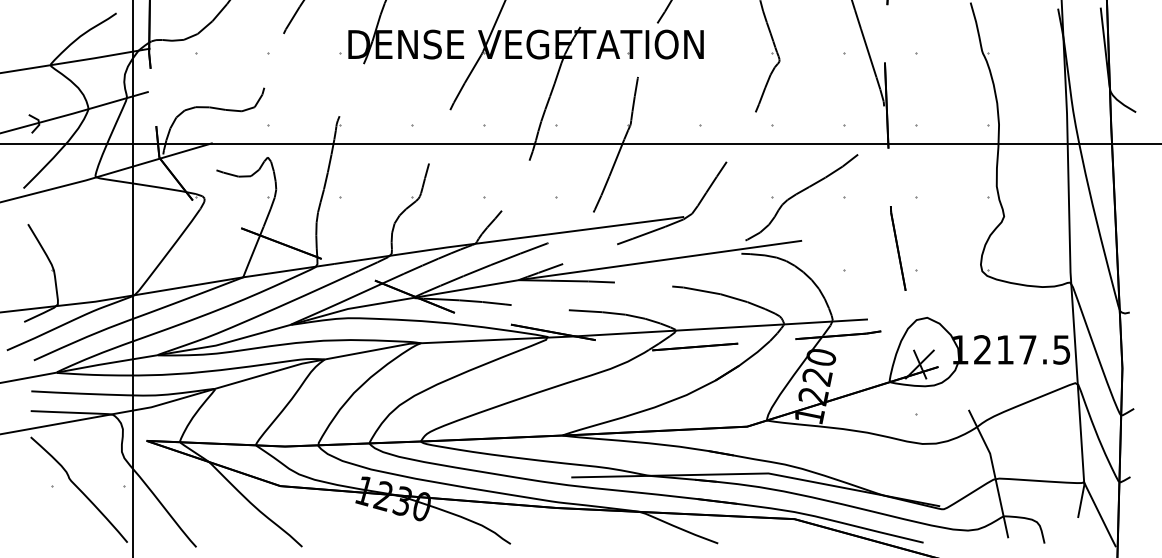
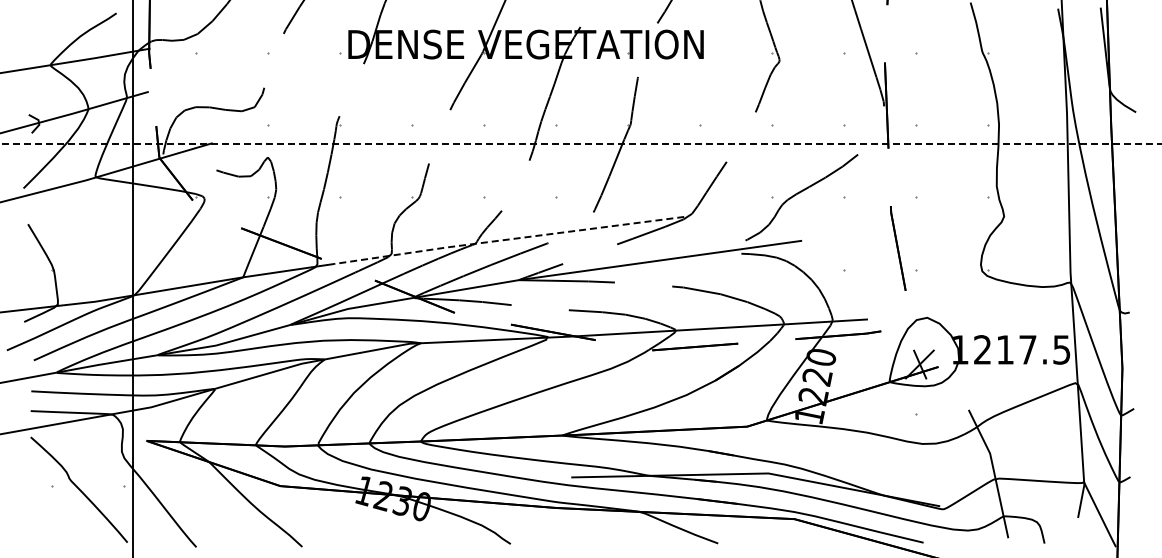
line at (579, 144): solid -> dashed
line at (508, 239): solid -> dashed
